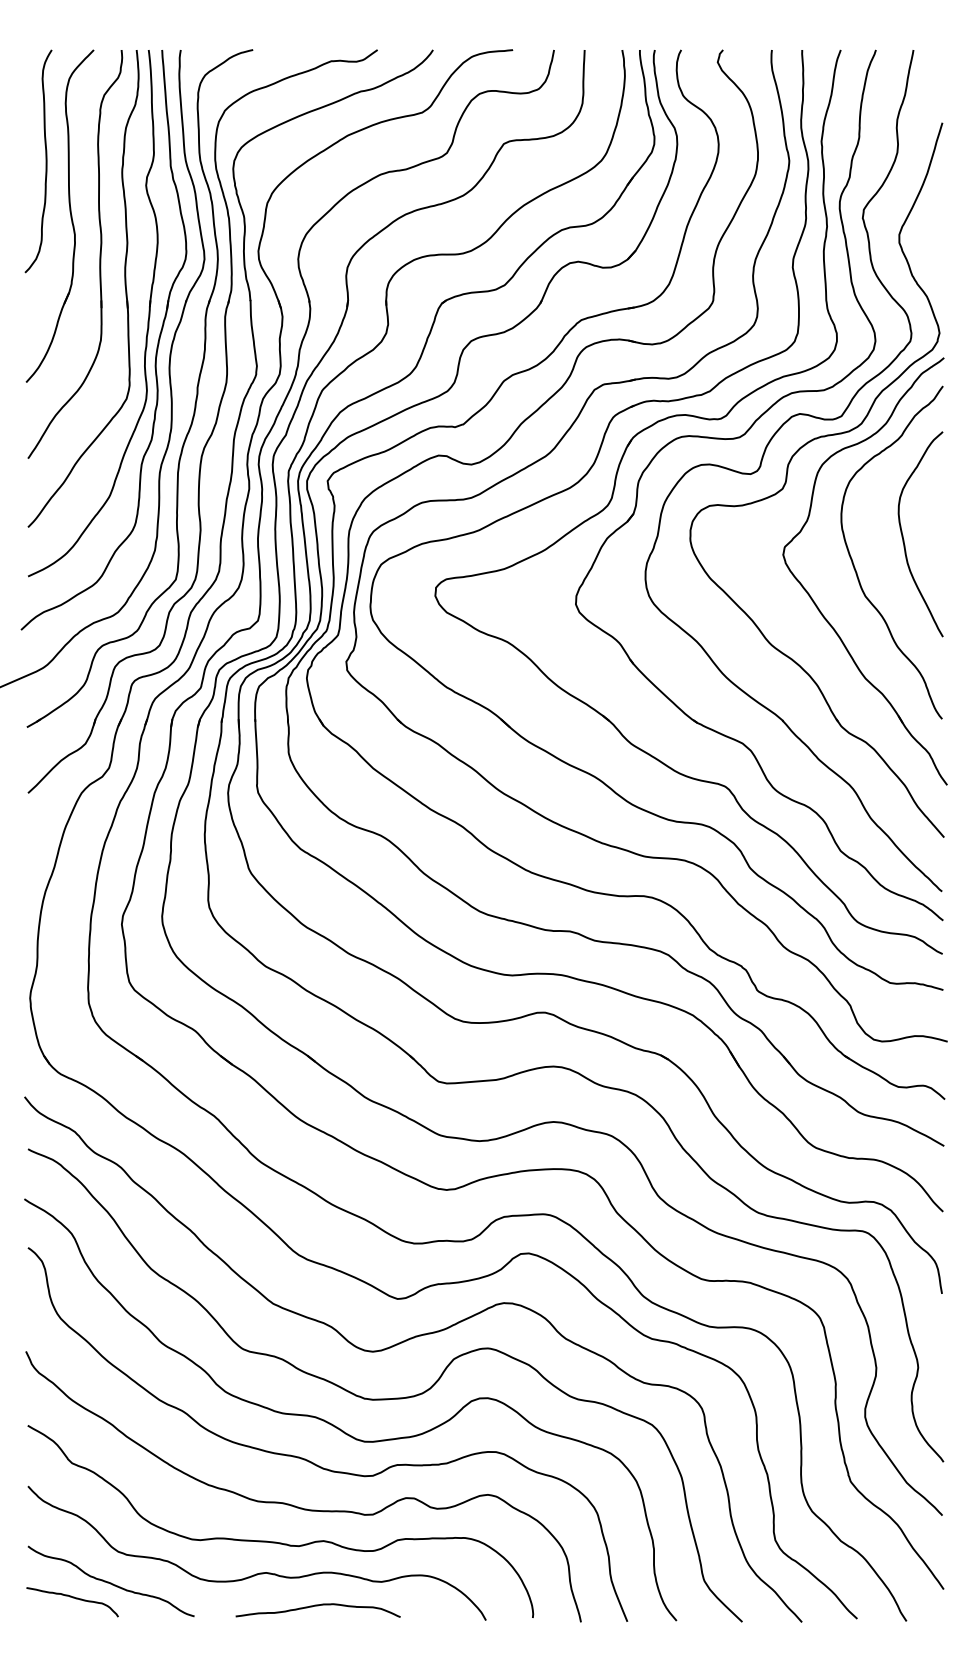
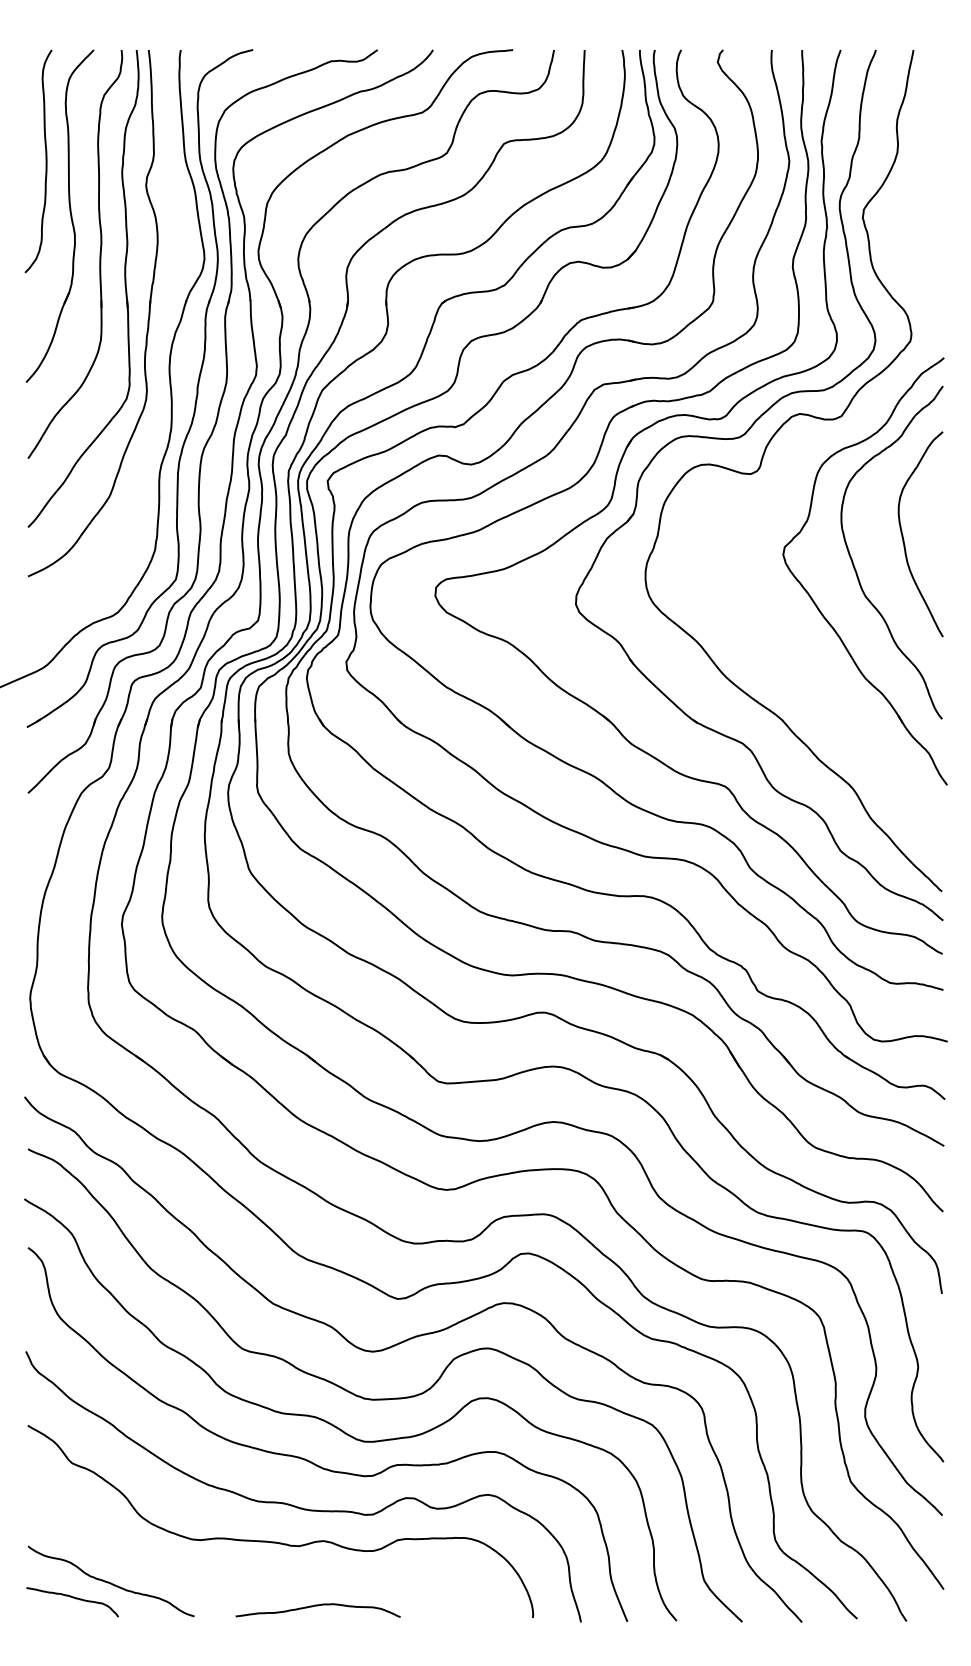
part at (155, 352): present -> none
part at (787, 479): present -> none
curve at (259, 1572): present -> none
